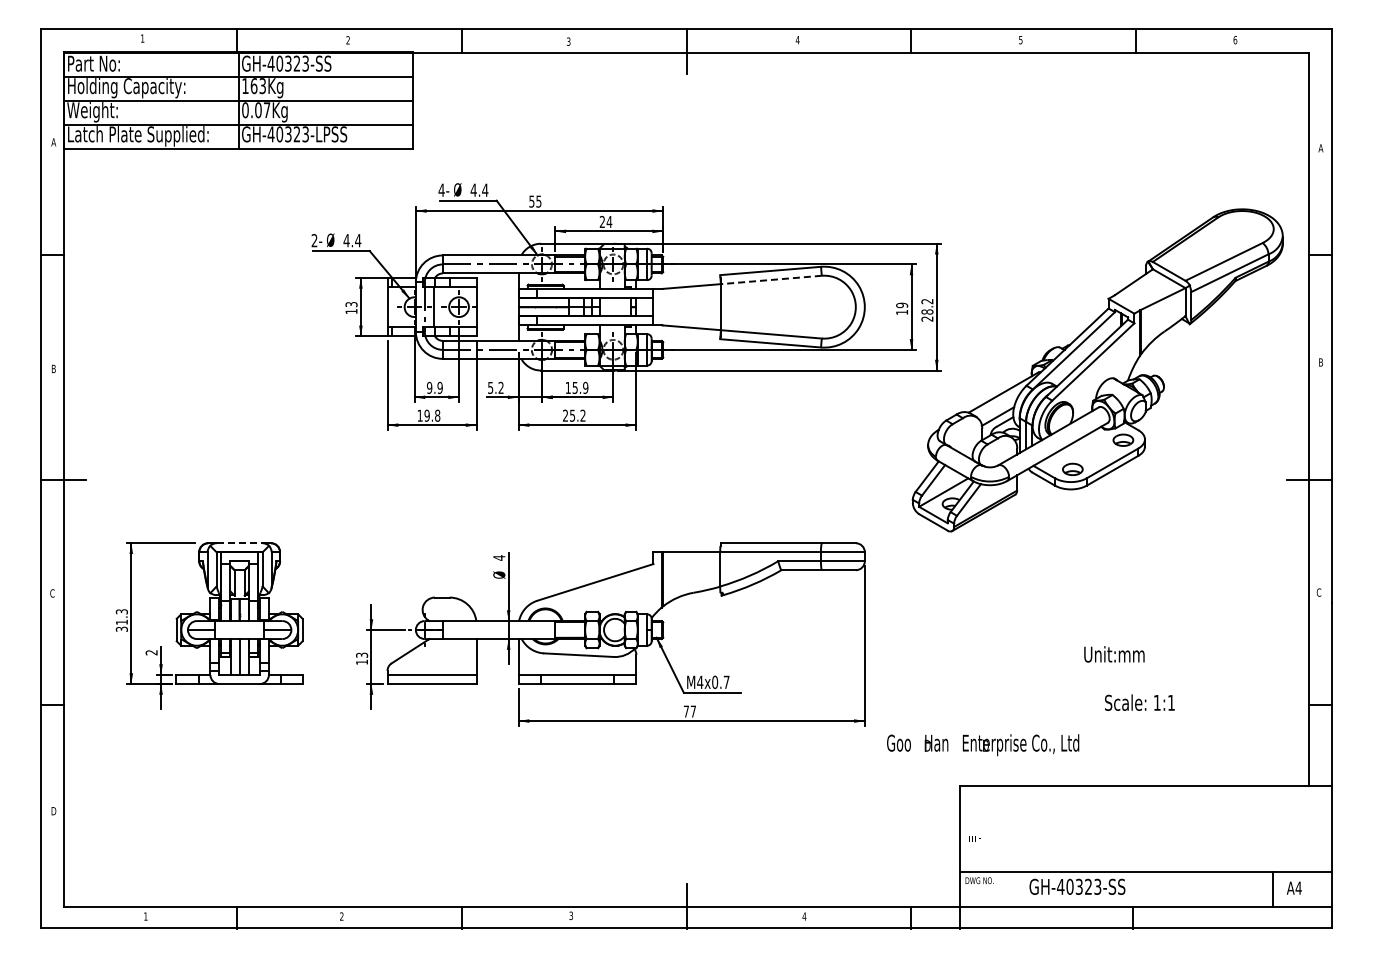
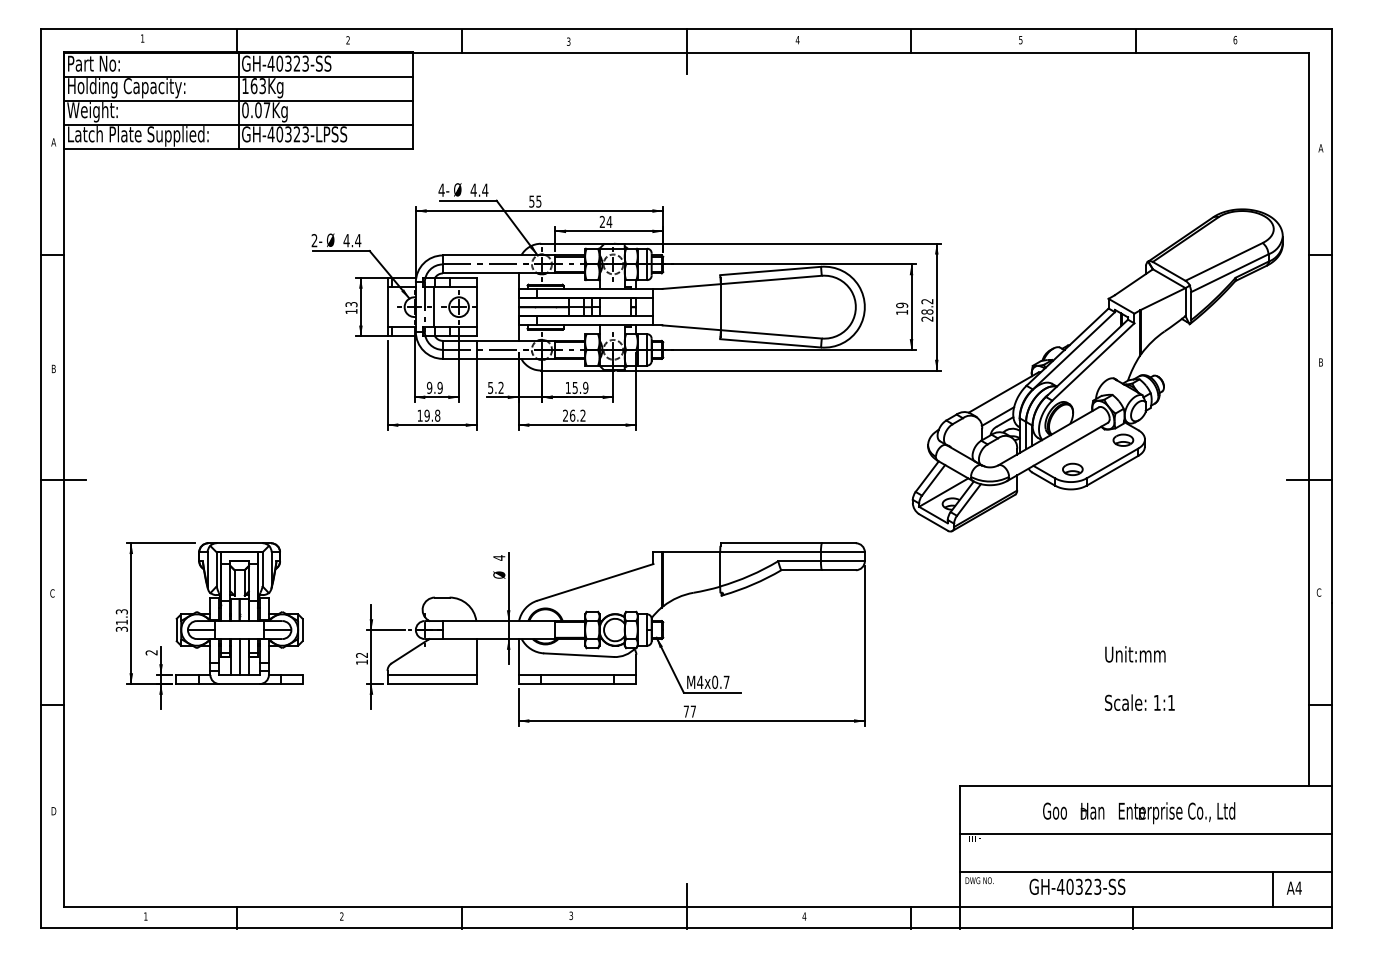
line at (771, 279): dashed -> solid
text at (572, 415): 25.2 -> 26.2
line at (240, 543): dashed -> solid
text at (362, 654): 13 -> 12
text at (1114, 654) position: (1114, 654) -> (1135, 654)
text at (983, 745) position: (983, 745) -> (1139, 813)
line at (1145, 833): none -> present
